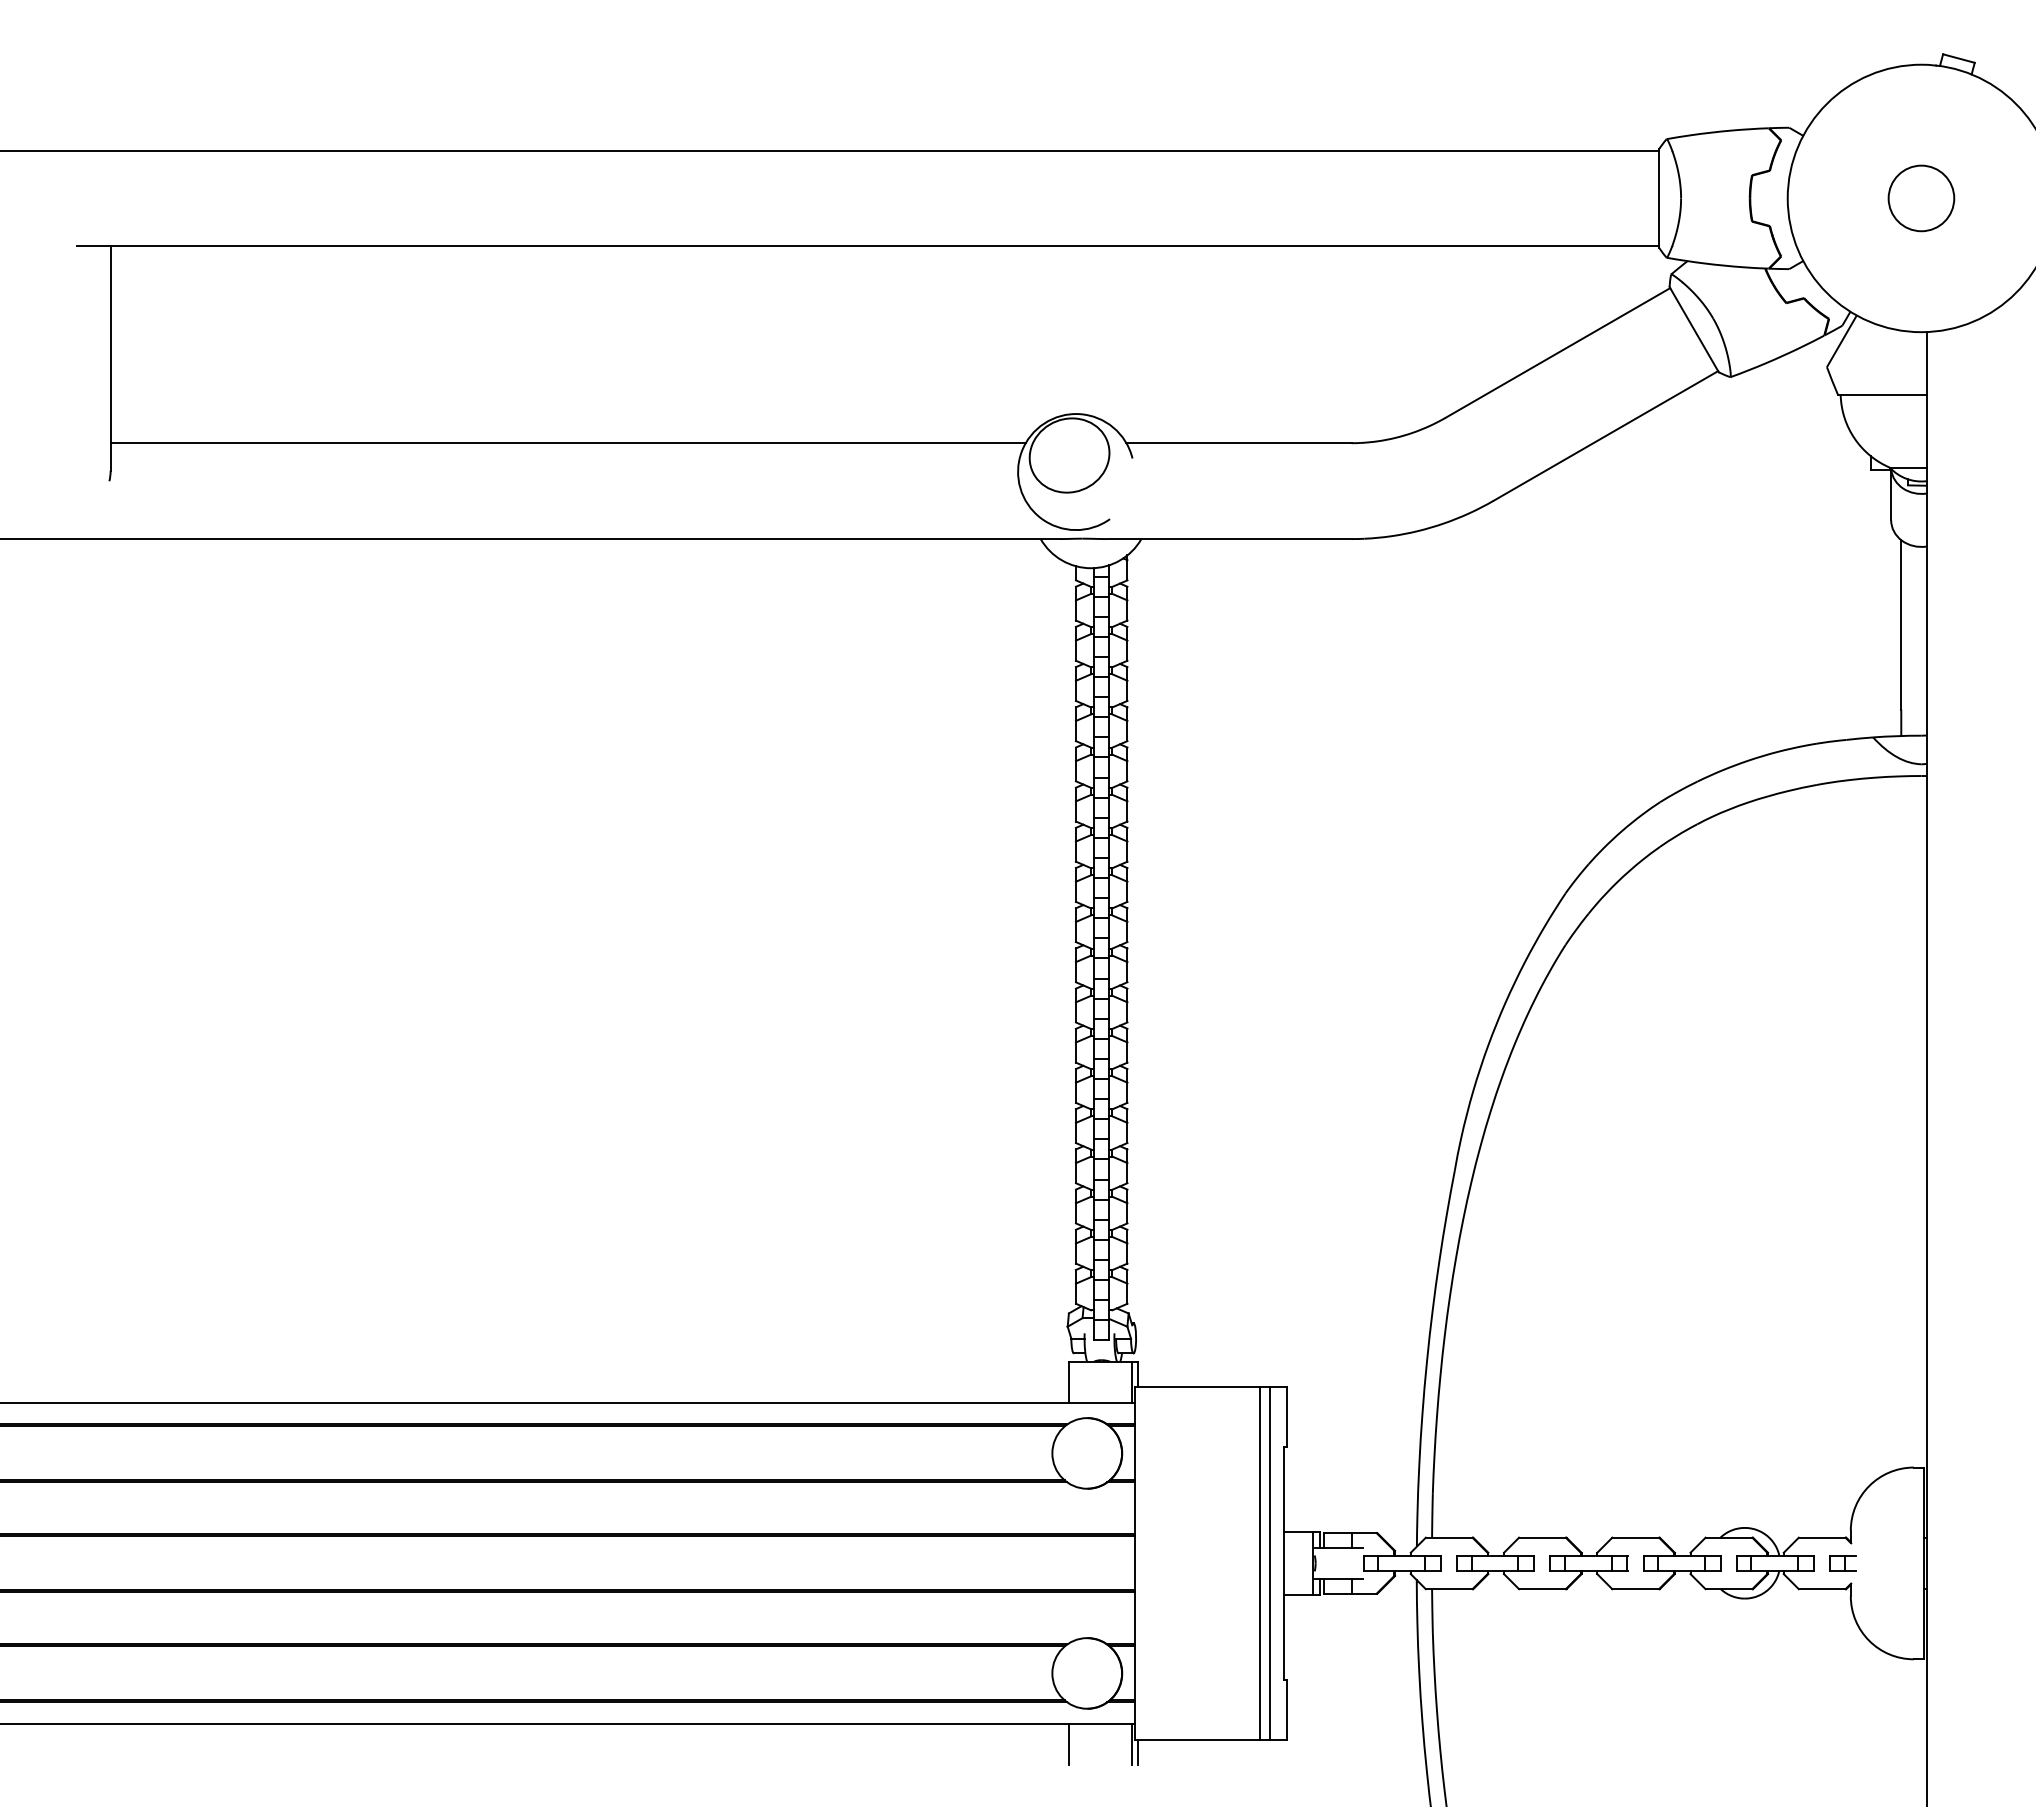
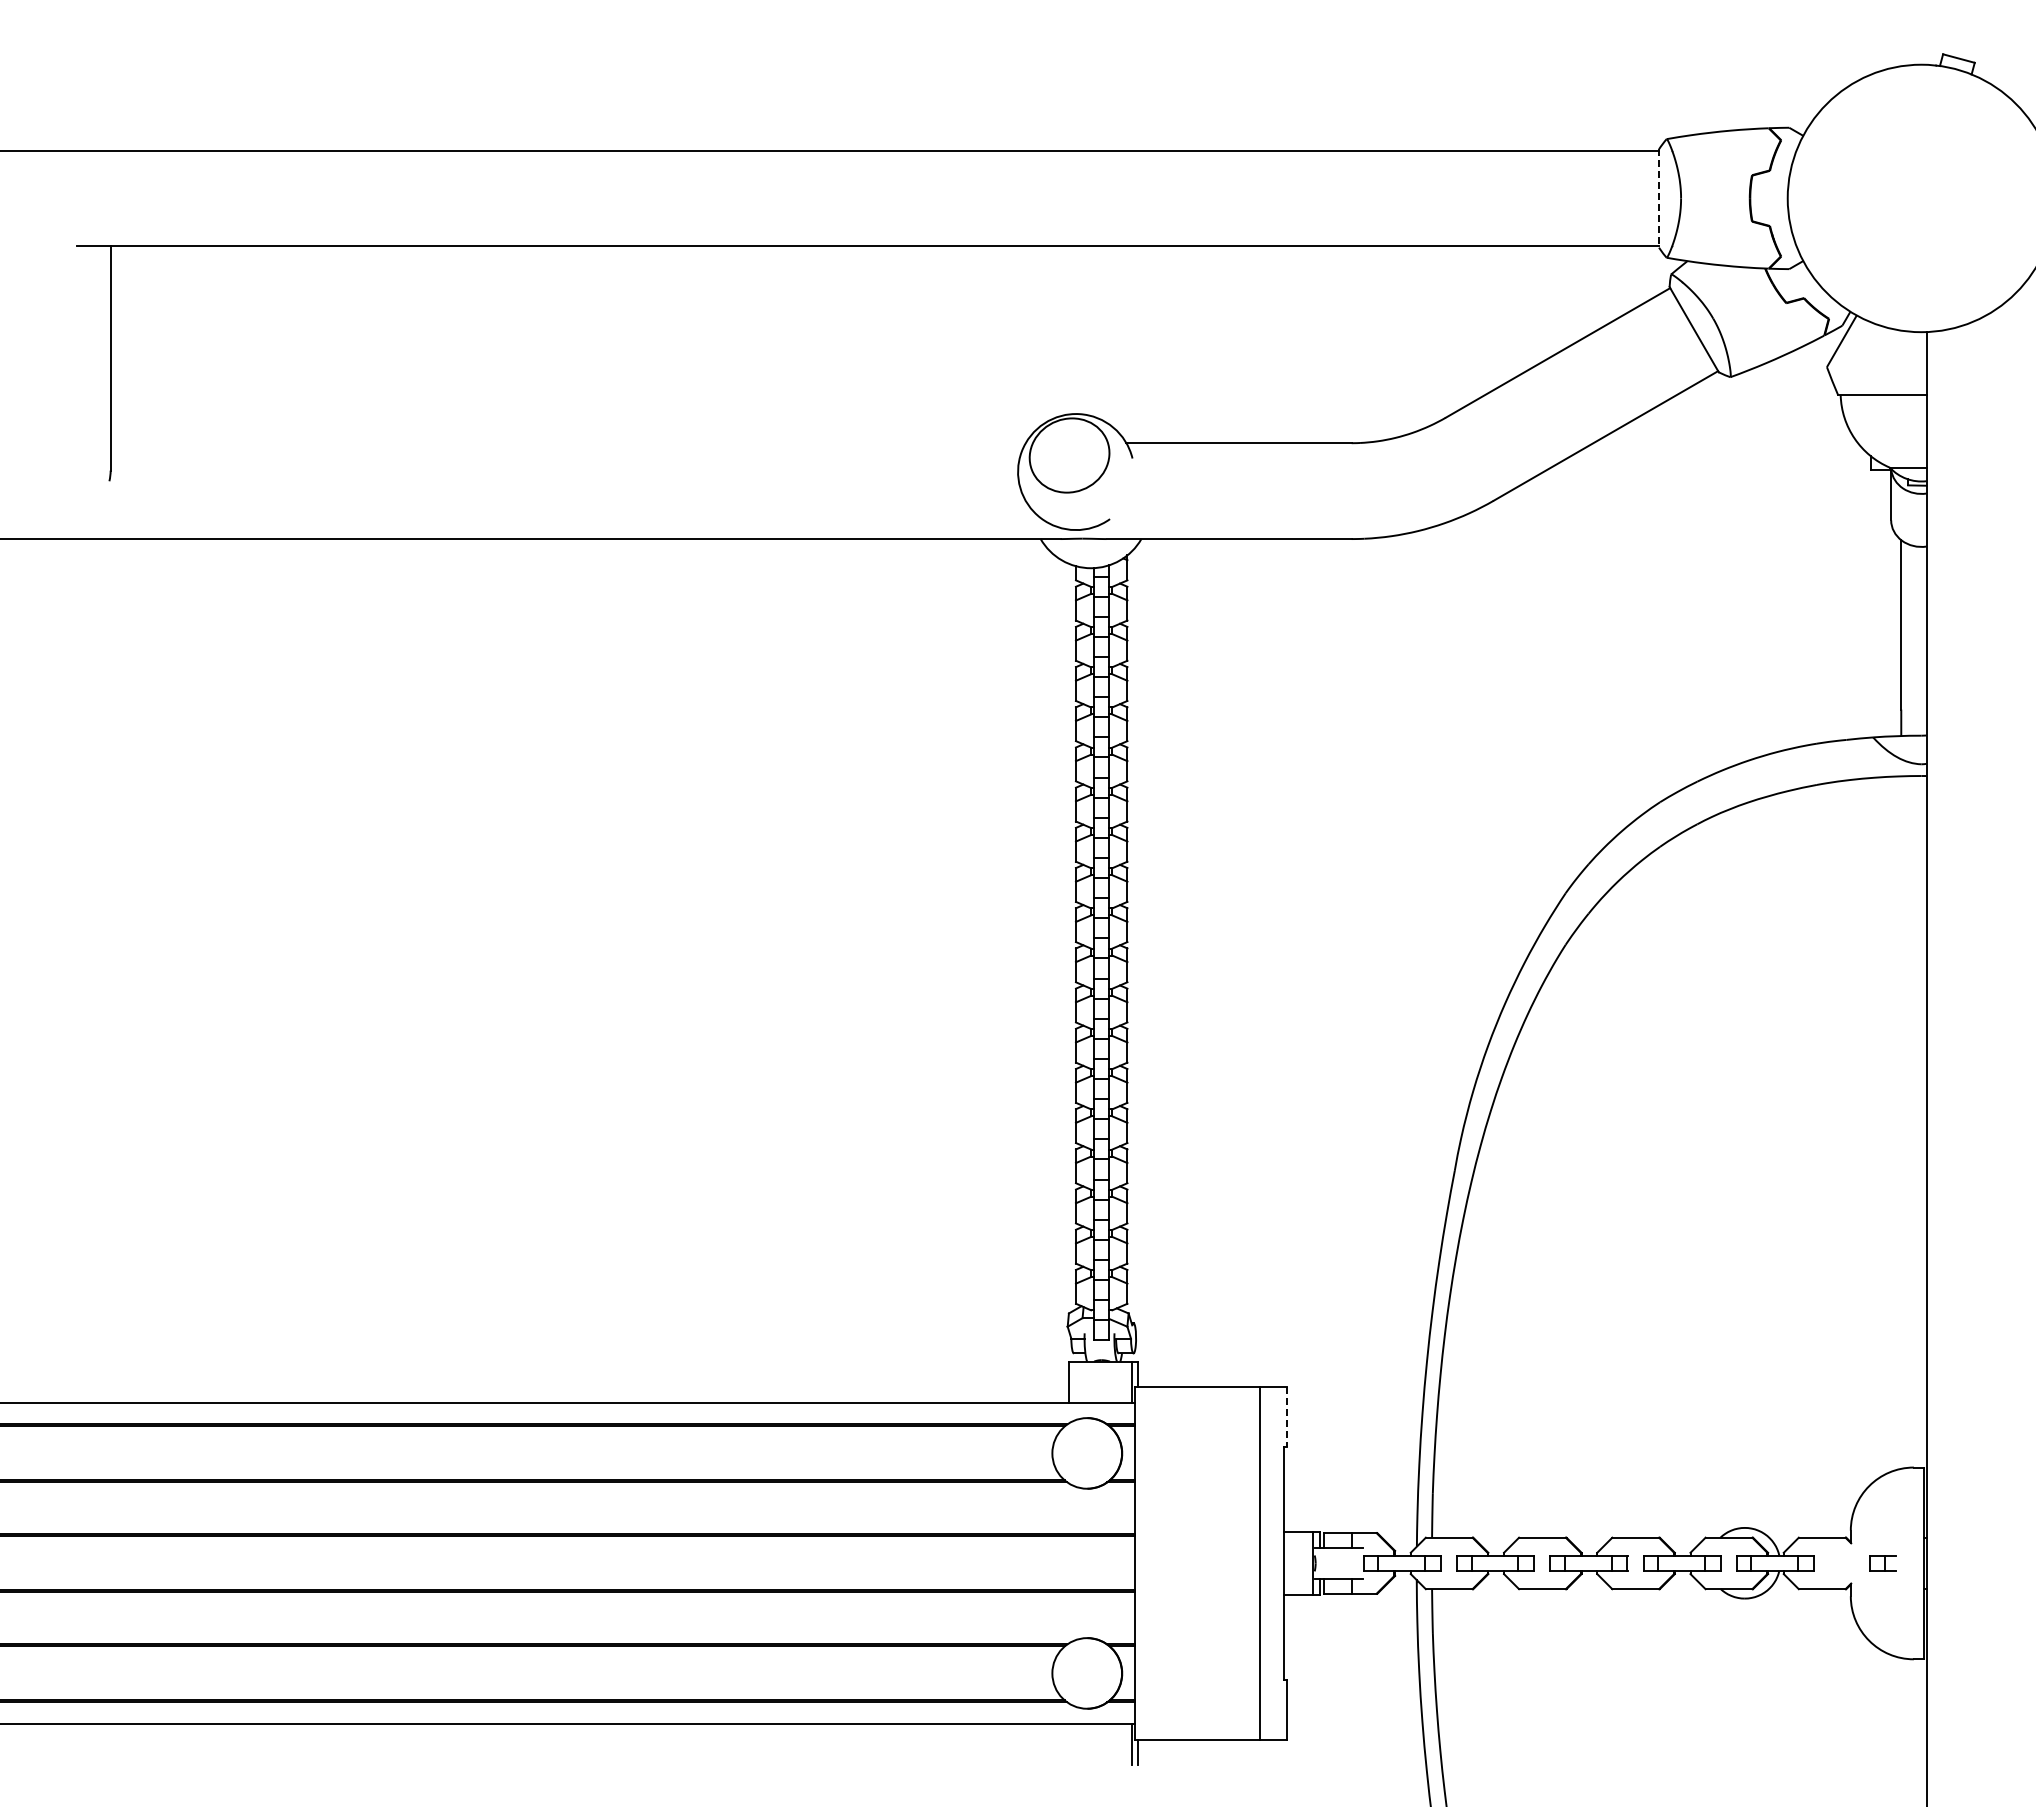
line at (1659, 198): solid -> dashed
circle at (1921, 198): present -> none
line at (567, 443): present -> none
line at (1286, 1417): solid -> dashed
line at (1269, 1563): present -> none
part at (1842, 1563) position: (1842, 1563) -> (1882, 1563)
line at (1069, 1744): present -> none
